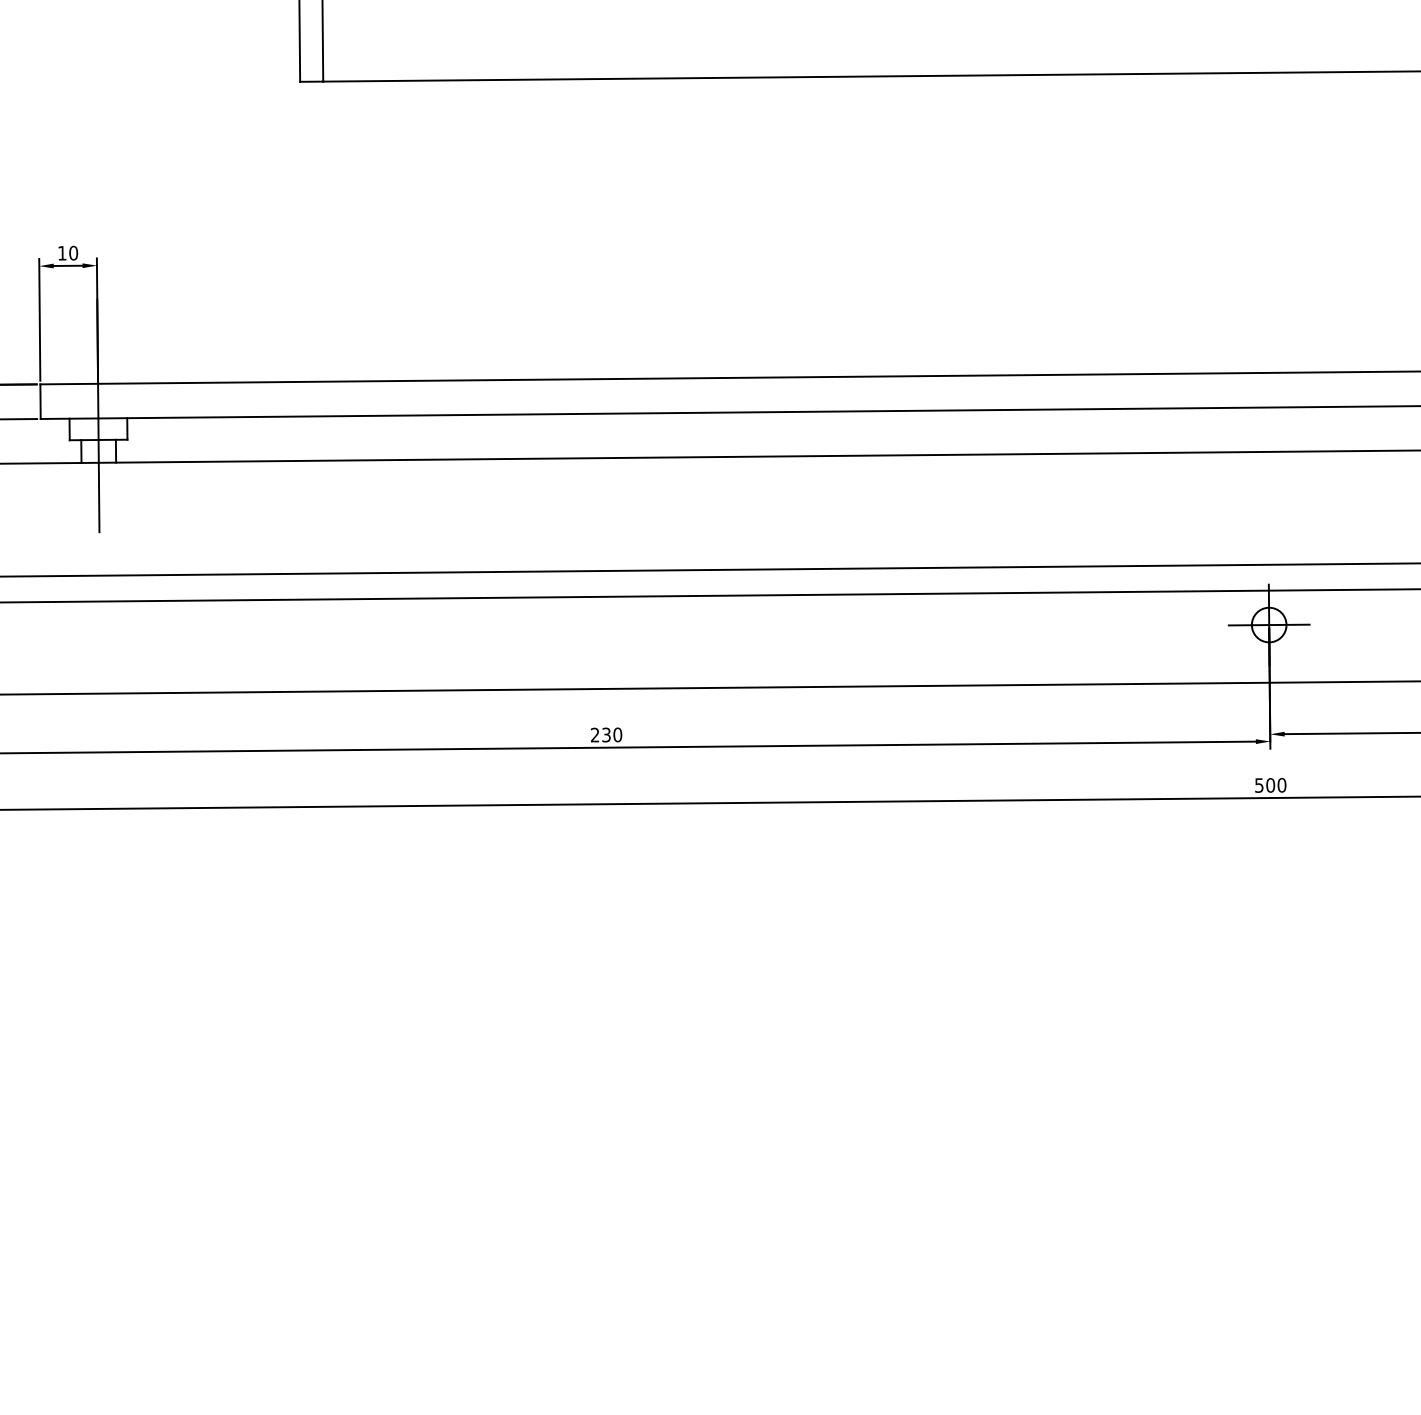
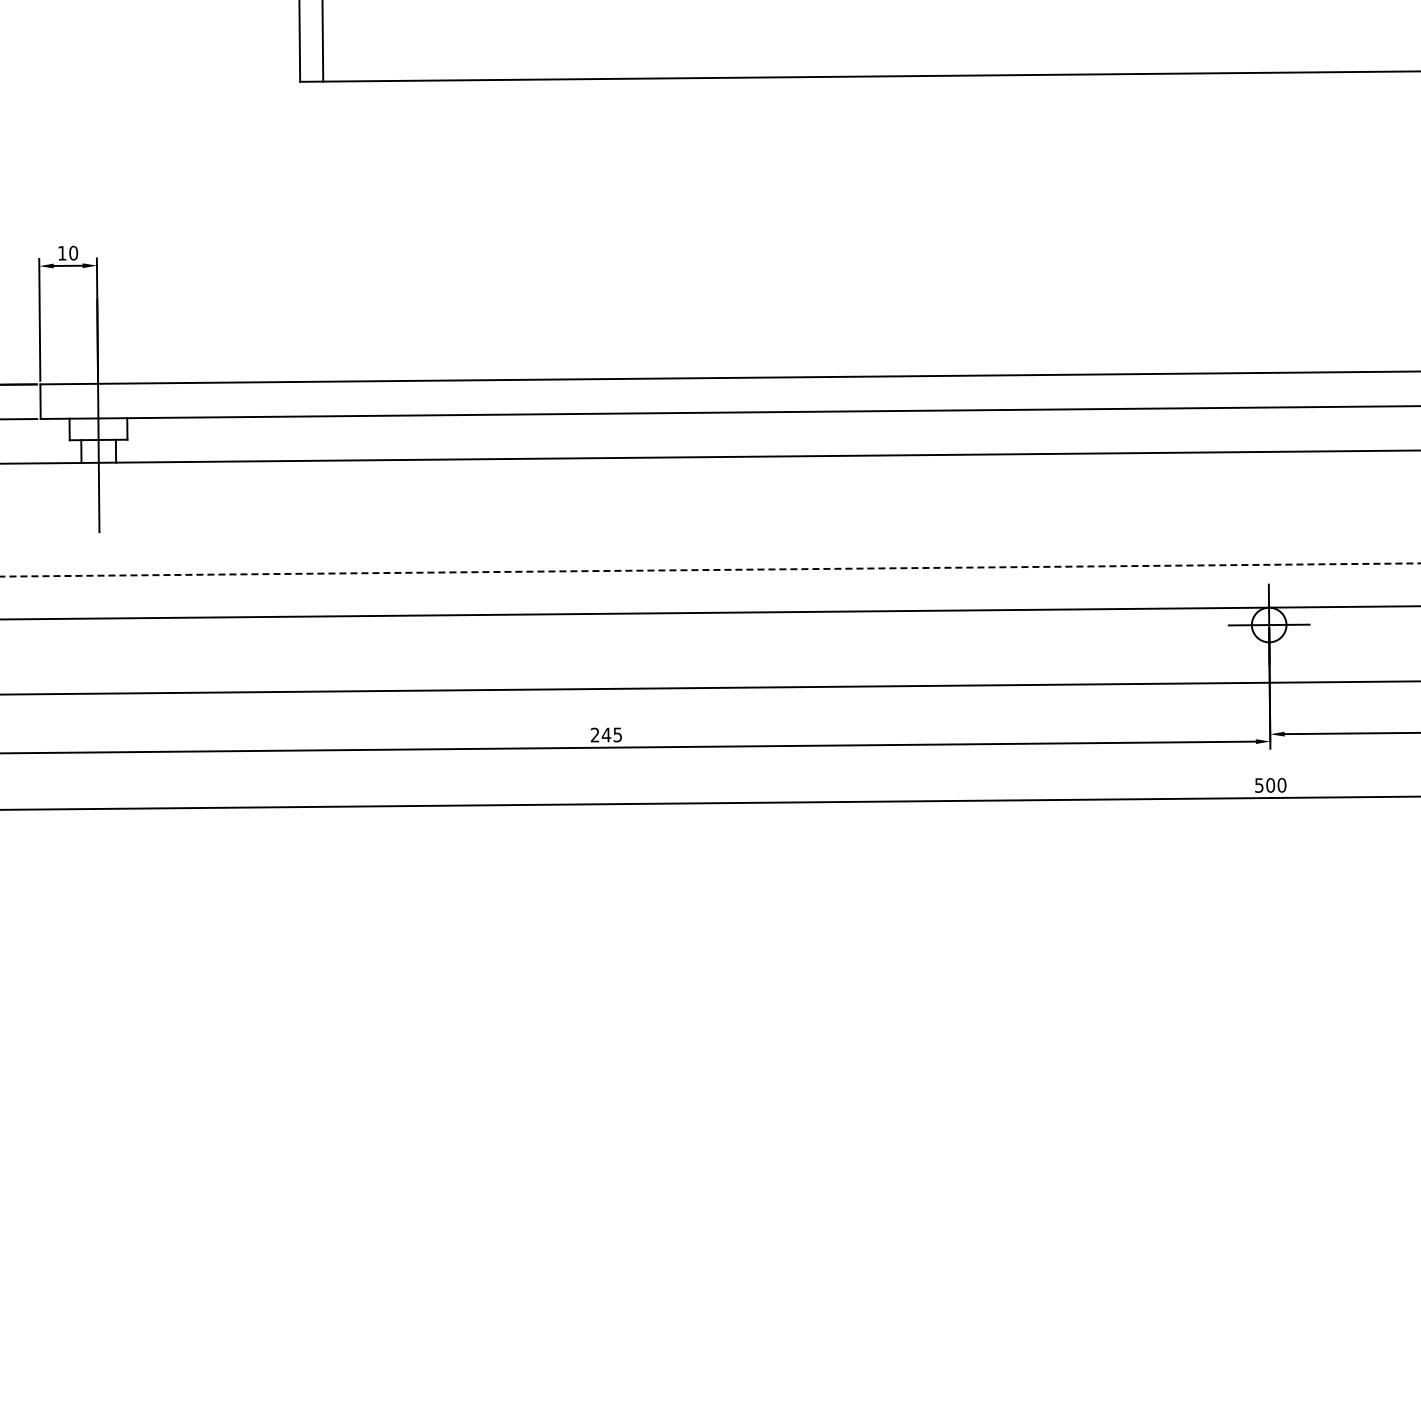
line at (710, 570): solid -> dashed
line at (709, 595) position: (709, 595) -> (709, 612)
text at (611, 734): 230 -> 245
